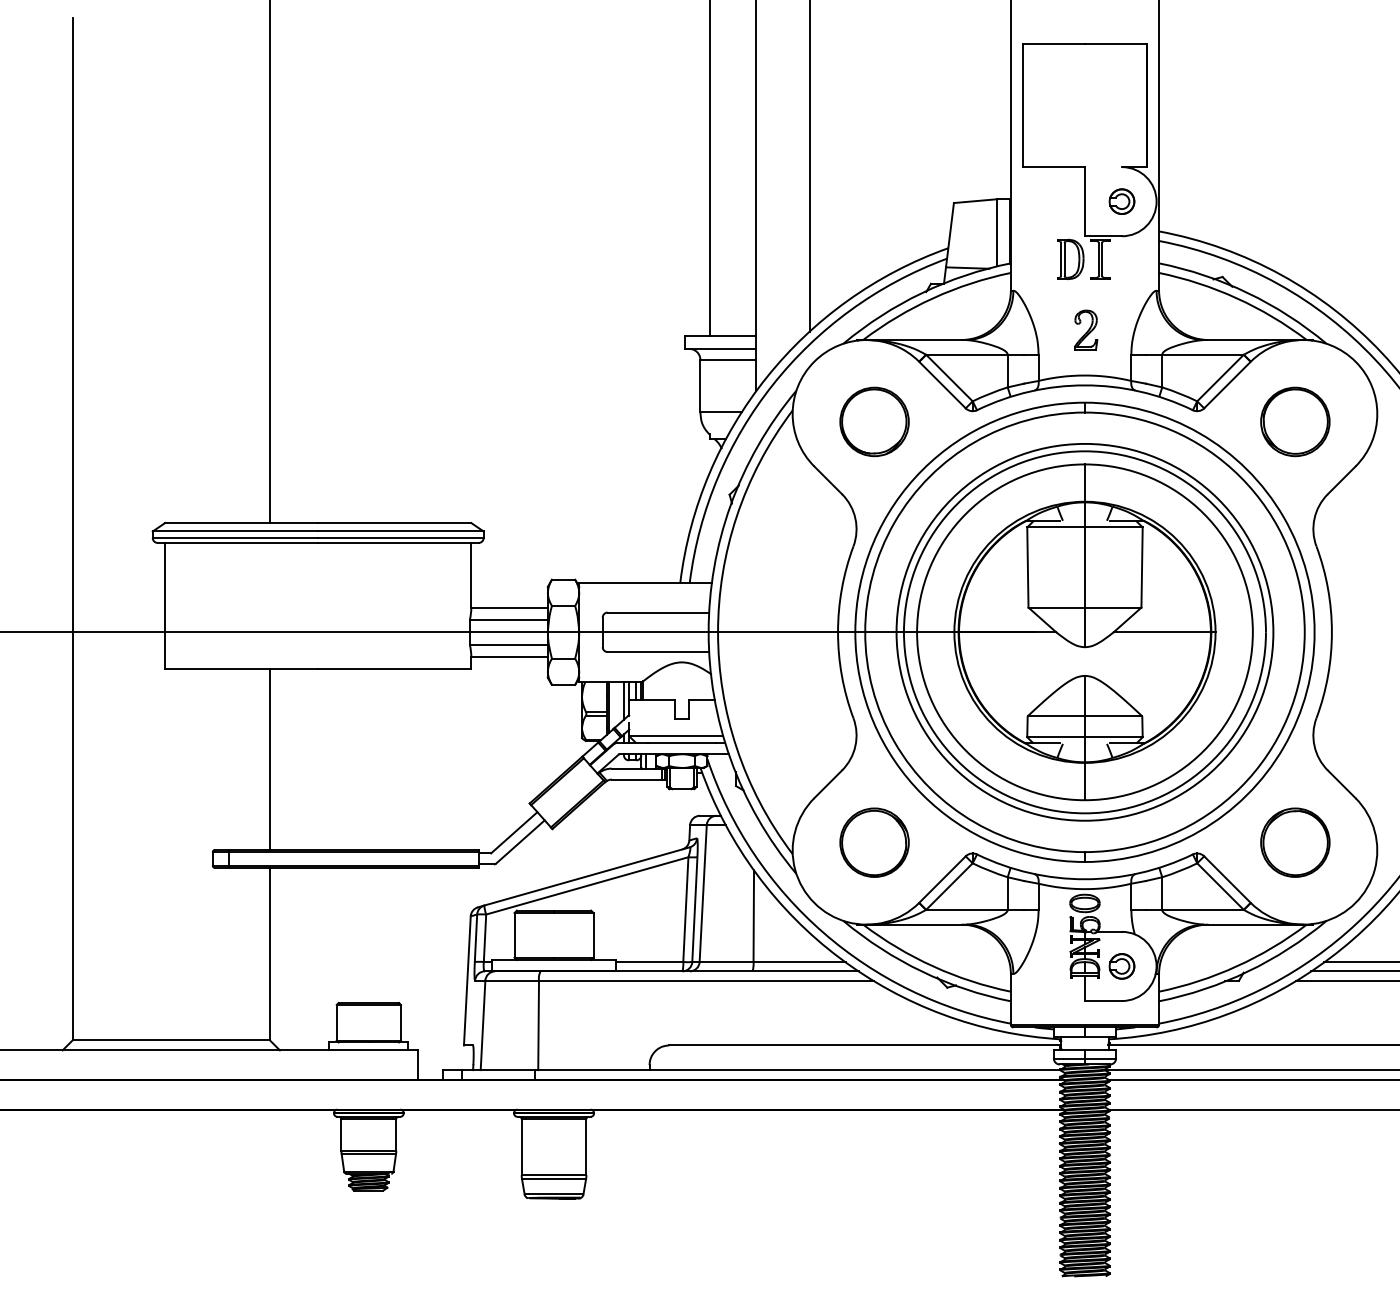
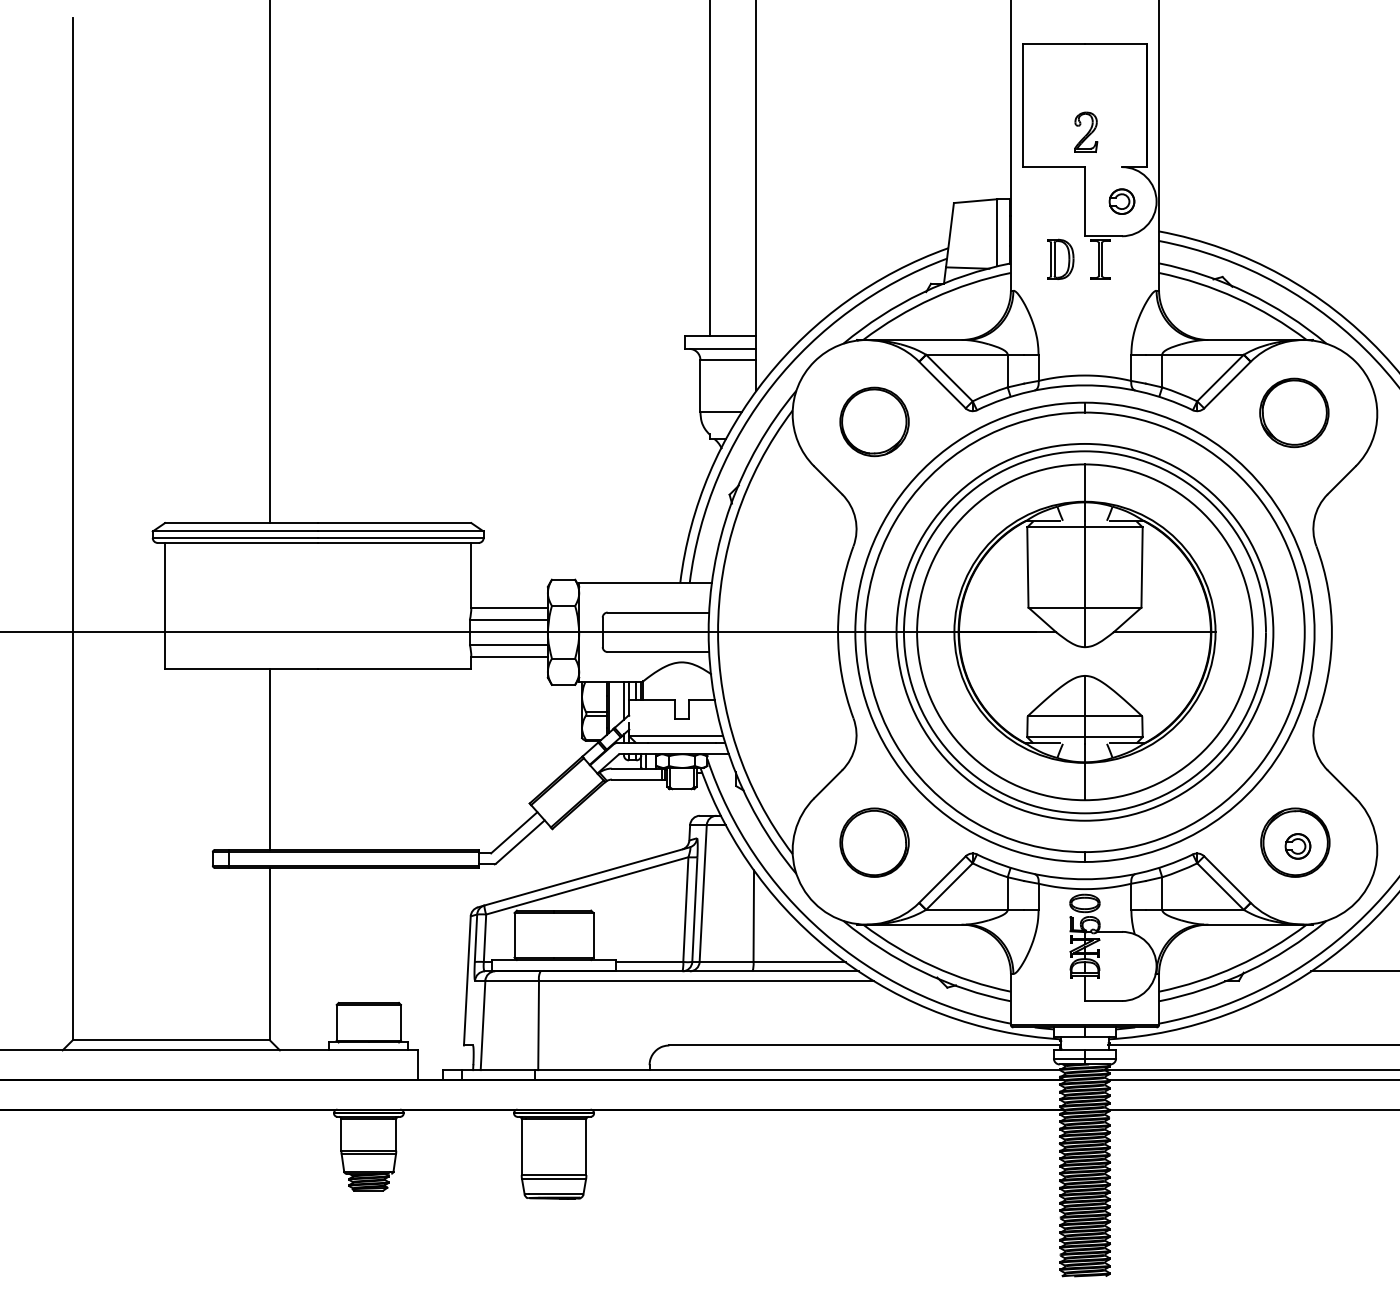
line at (809, 166): present -> none
part at (1070, 258) position: (1070, 258) -> (1060, 258)
part at (1086, 329) position: (1086, 329) -> (1086, 131)
part at (1295, 421) position: (1295, 421) -> (1294, 412)
line at (1360, 962): present -> none
part at (1121, 966) position: (1121, 966) -> (1297, 846)
line at (1346, 980): present -> none
